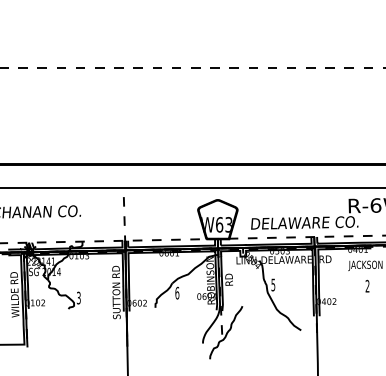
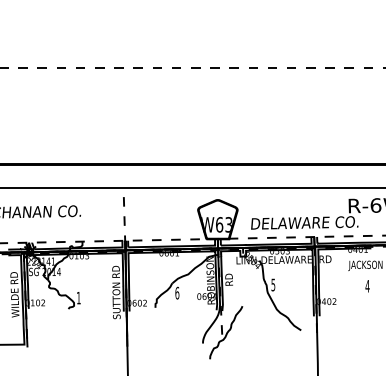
text at (367, 285): 2 -> 4
text at (78, 297): 3 -> 1
